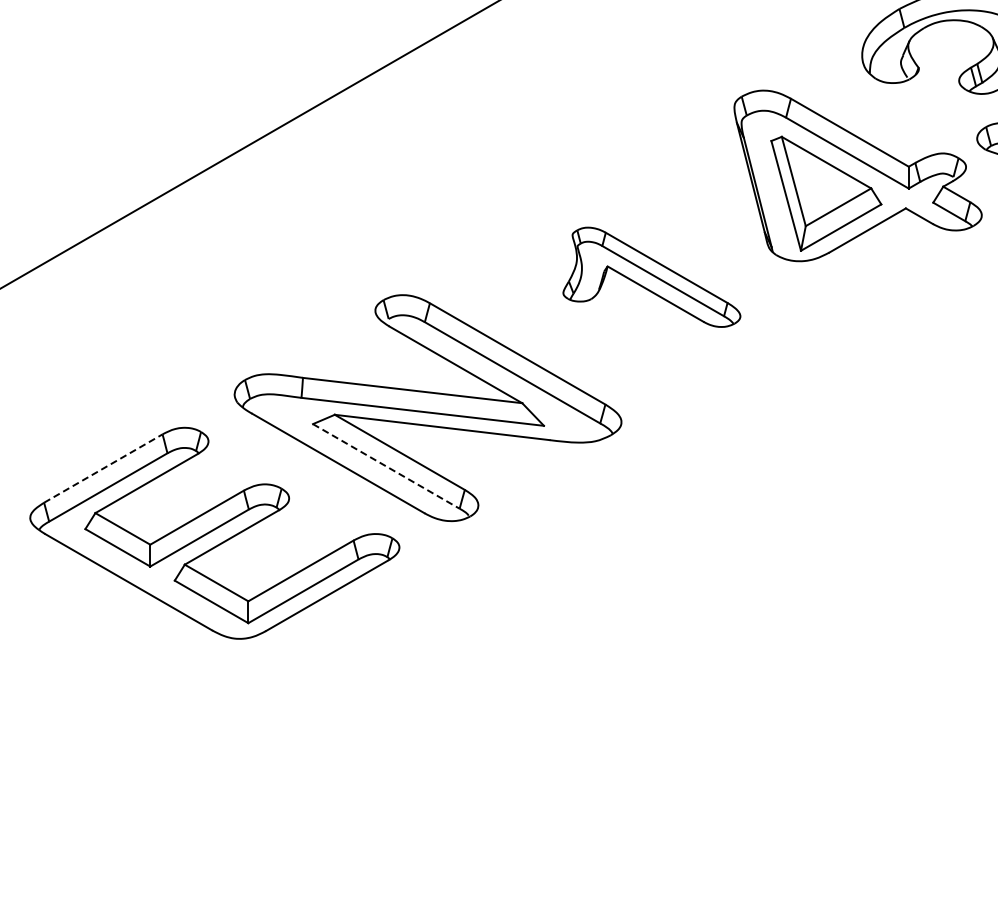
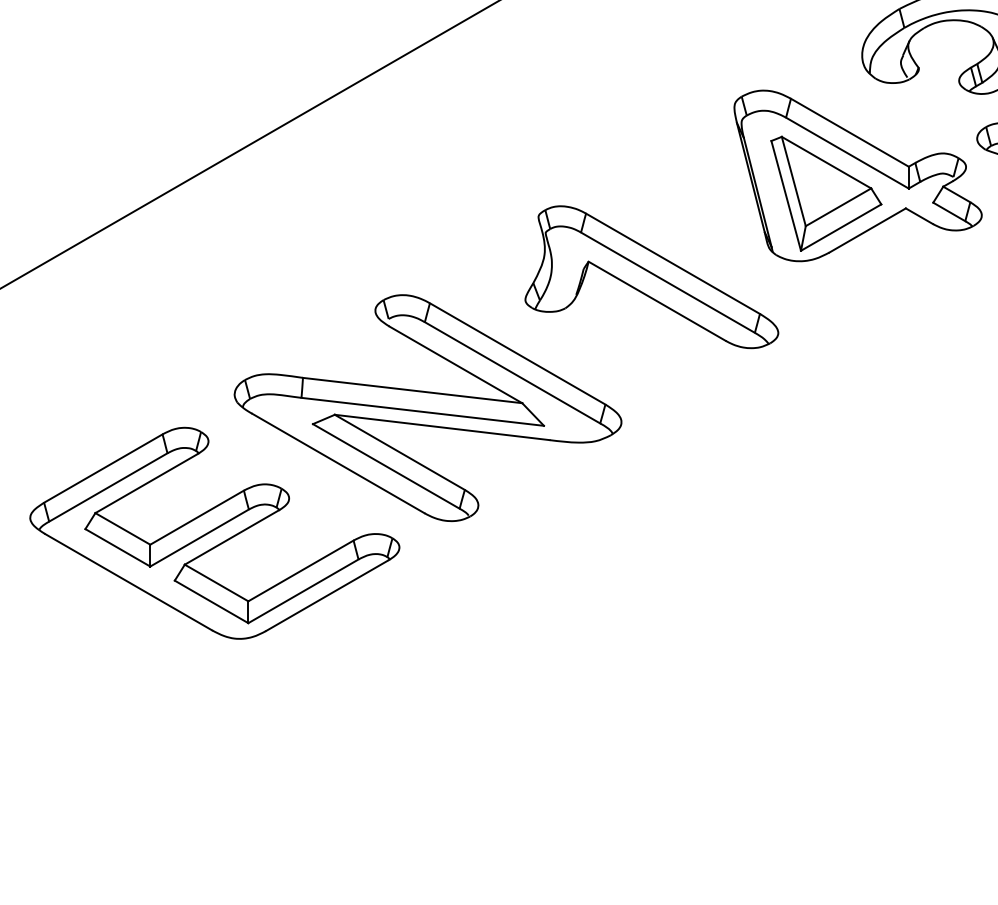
part at (651, 276) size: 180x102 px -> 256x145 px
line at (386, 466): dashed -> solid
line at (103, 468): dashed -> solid
